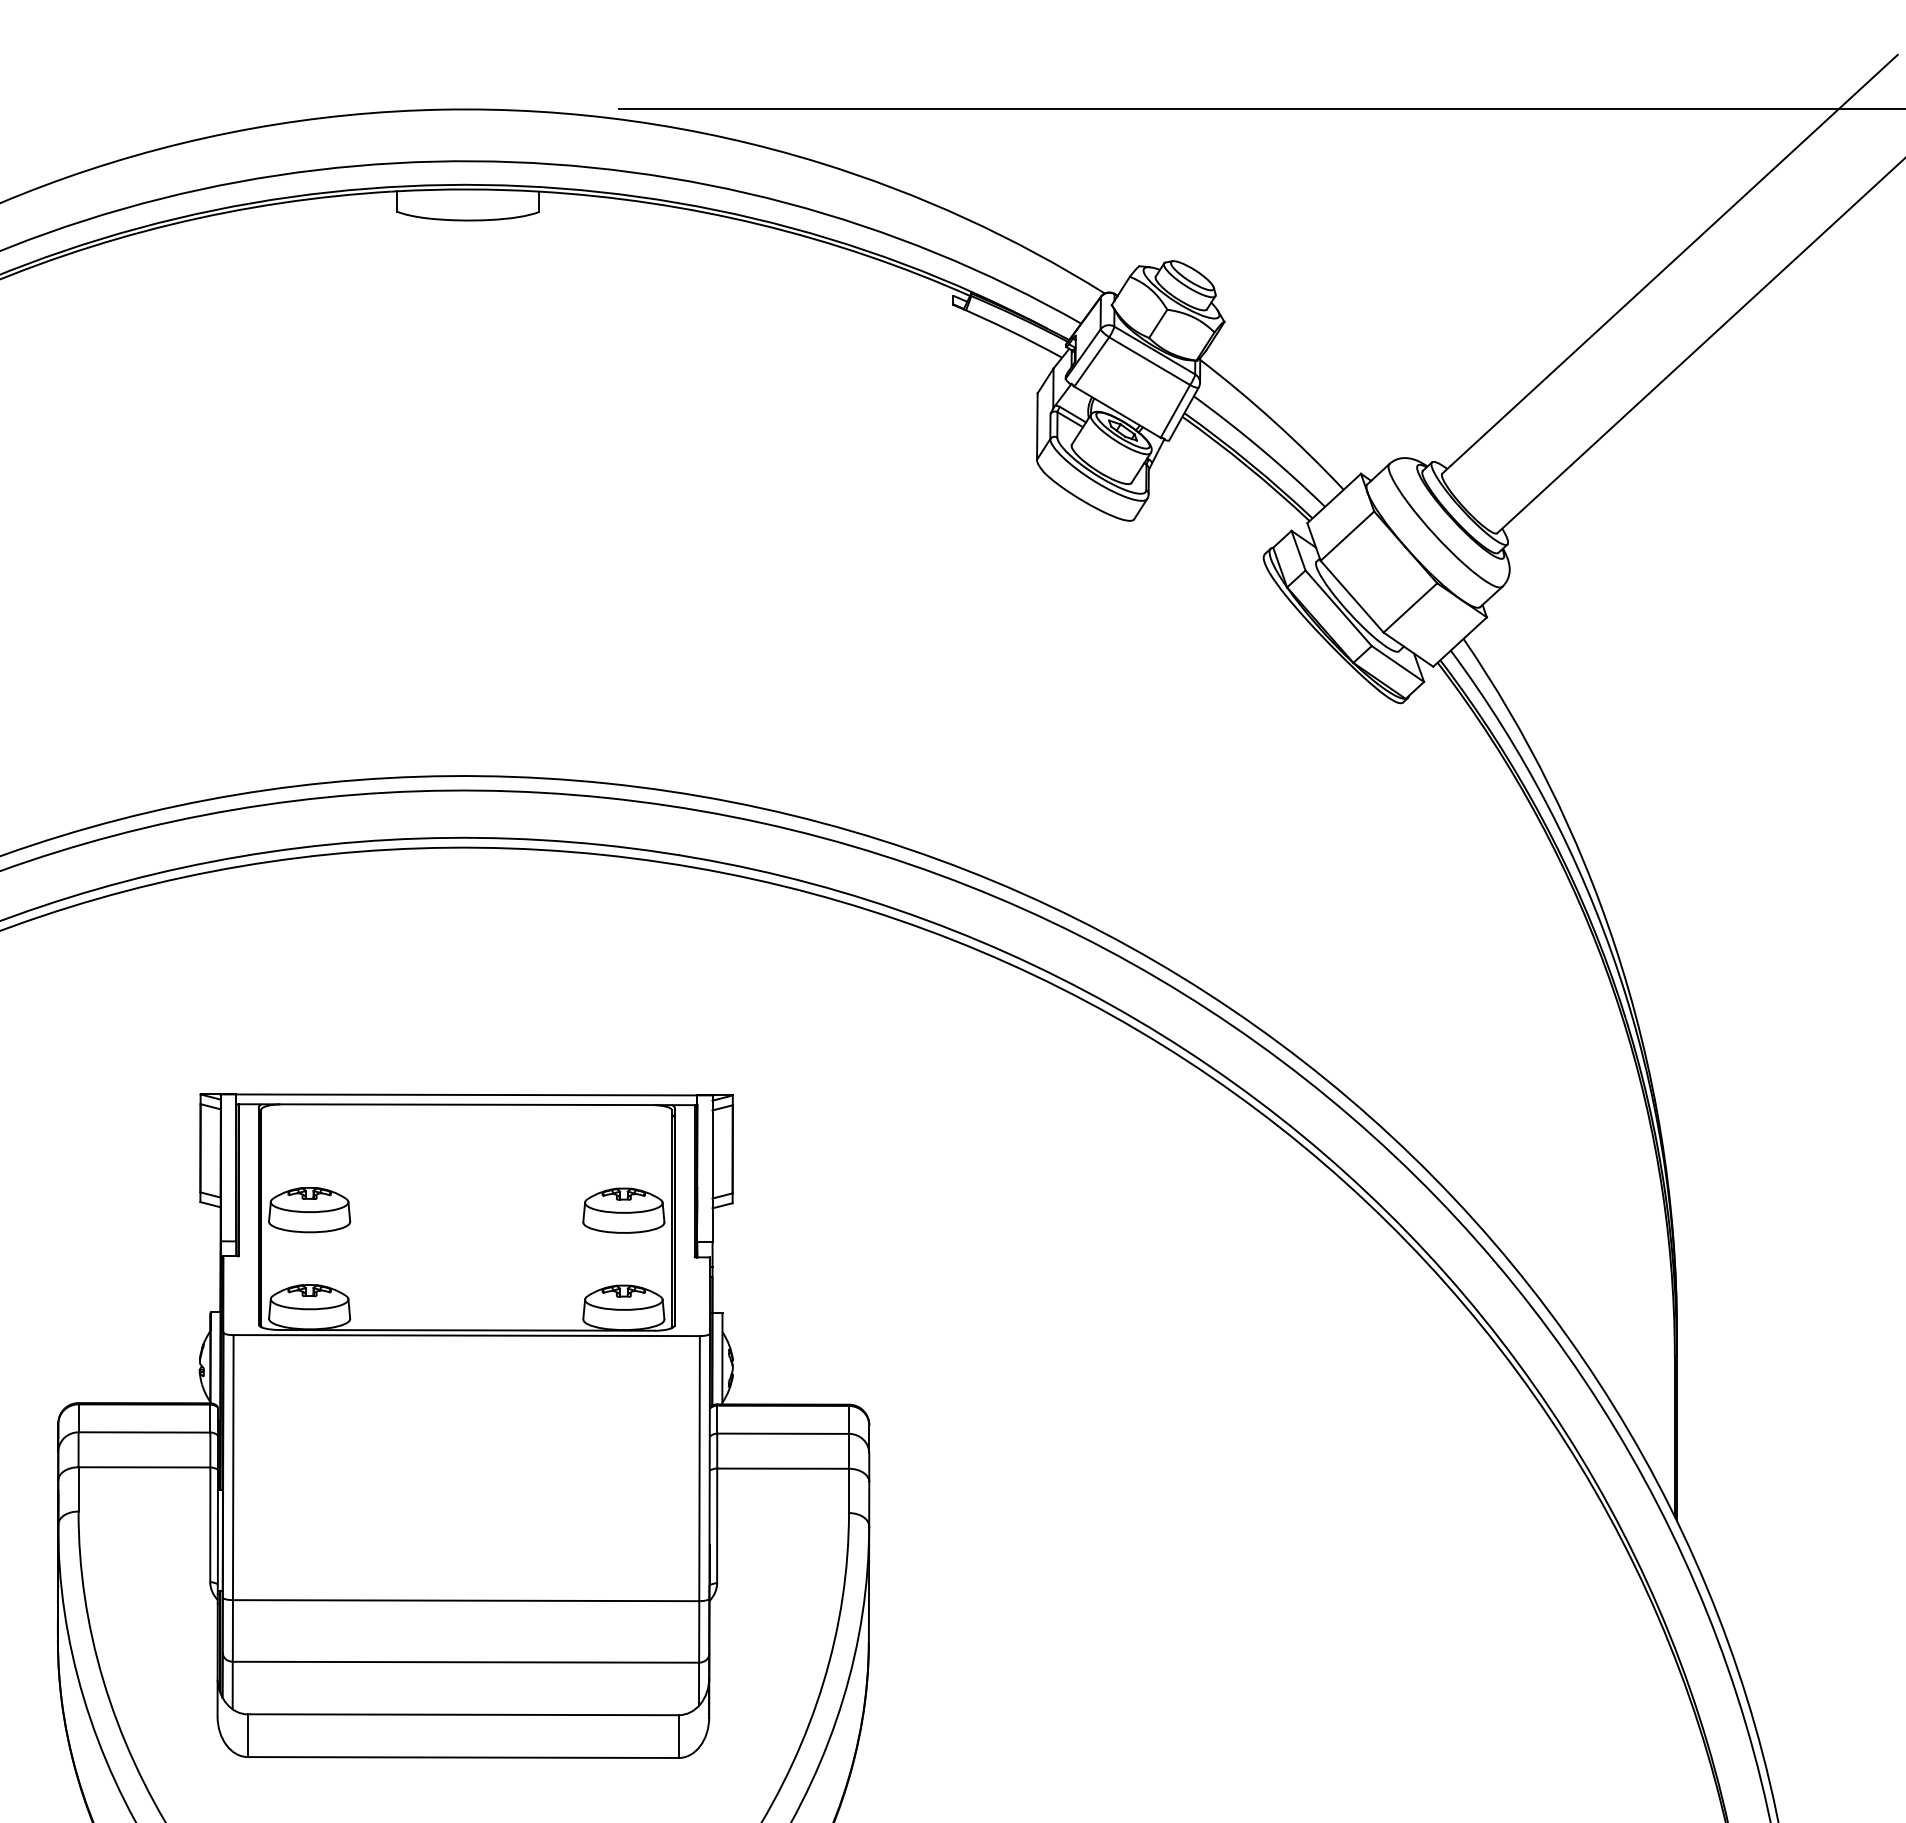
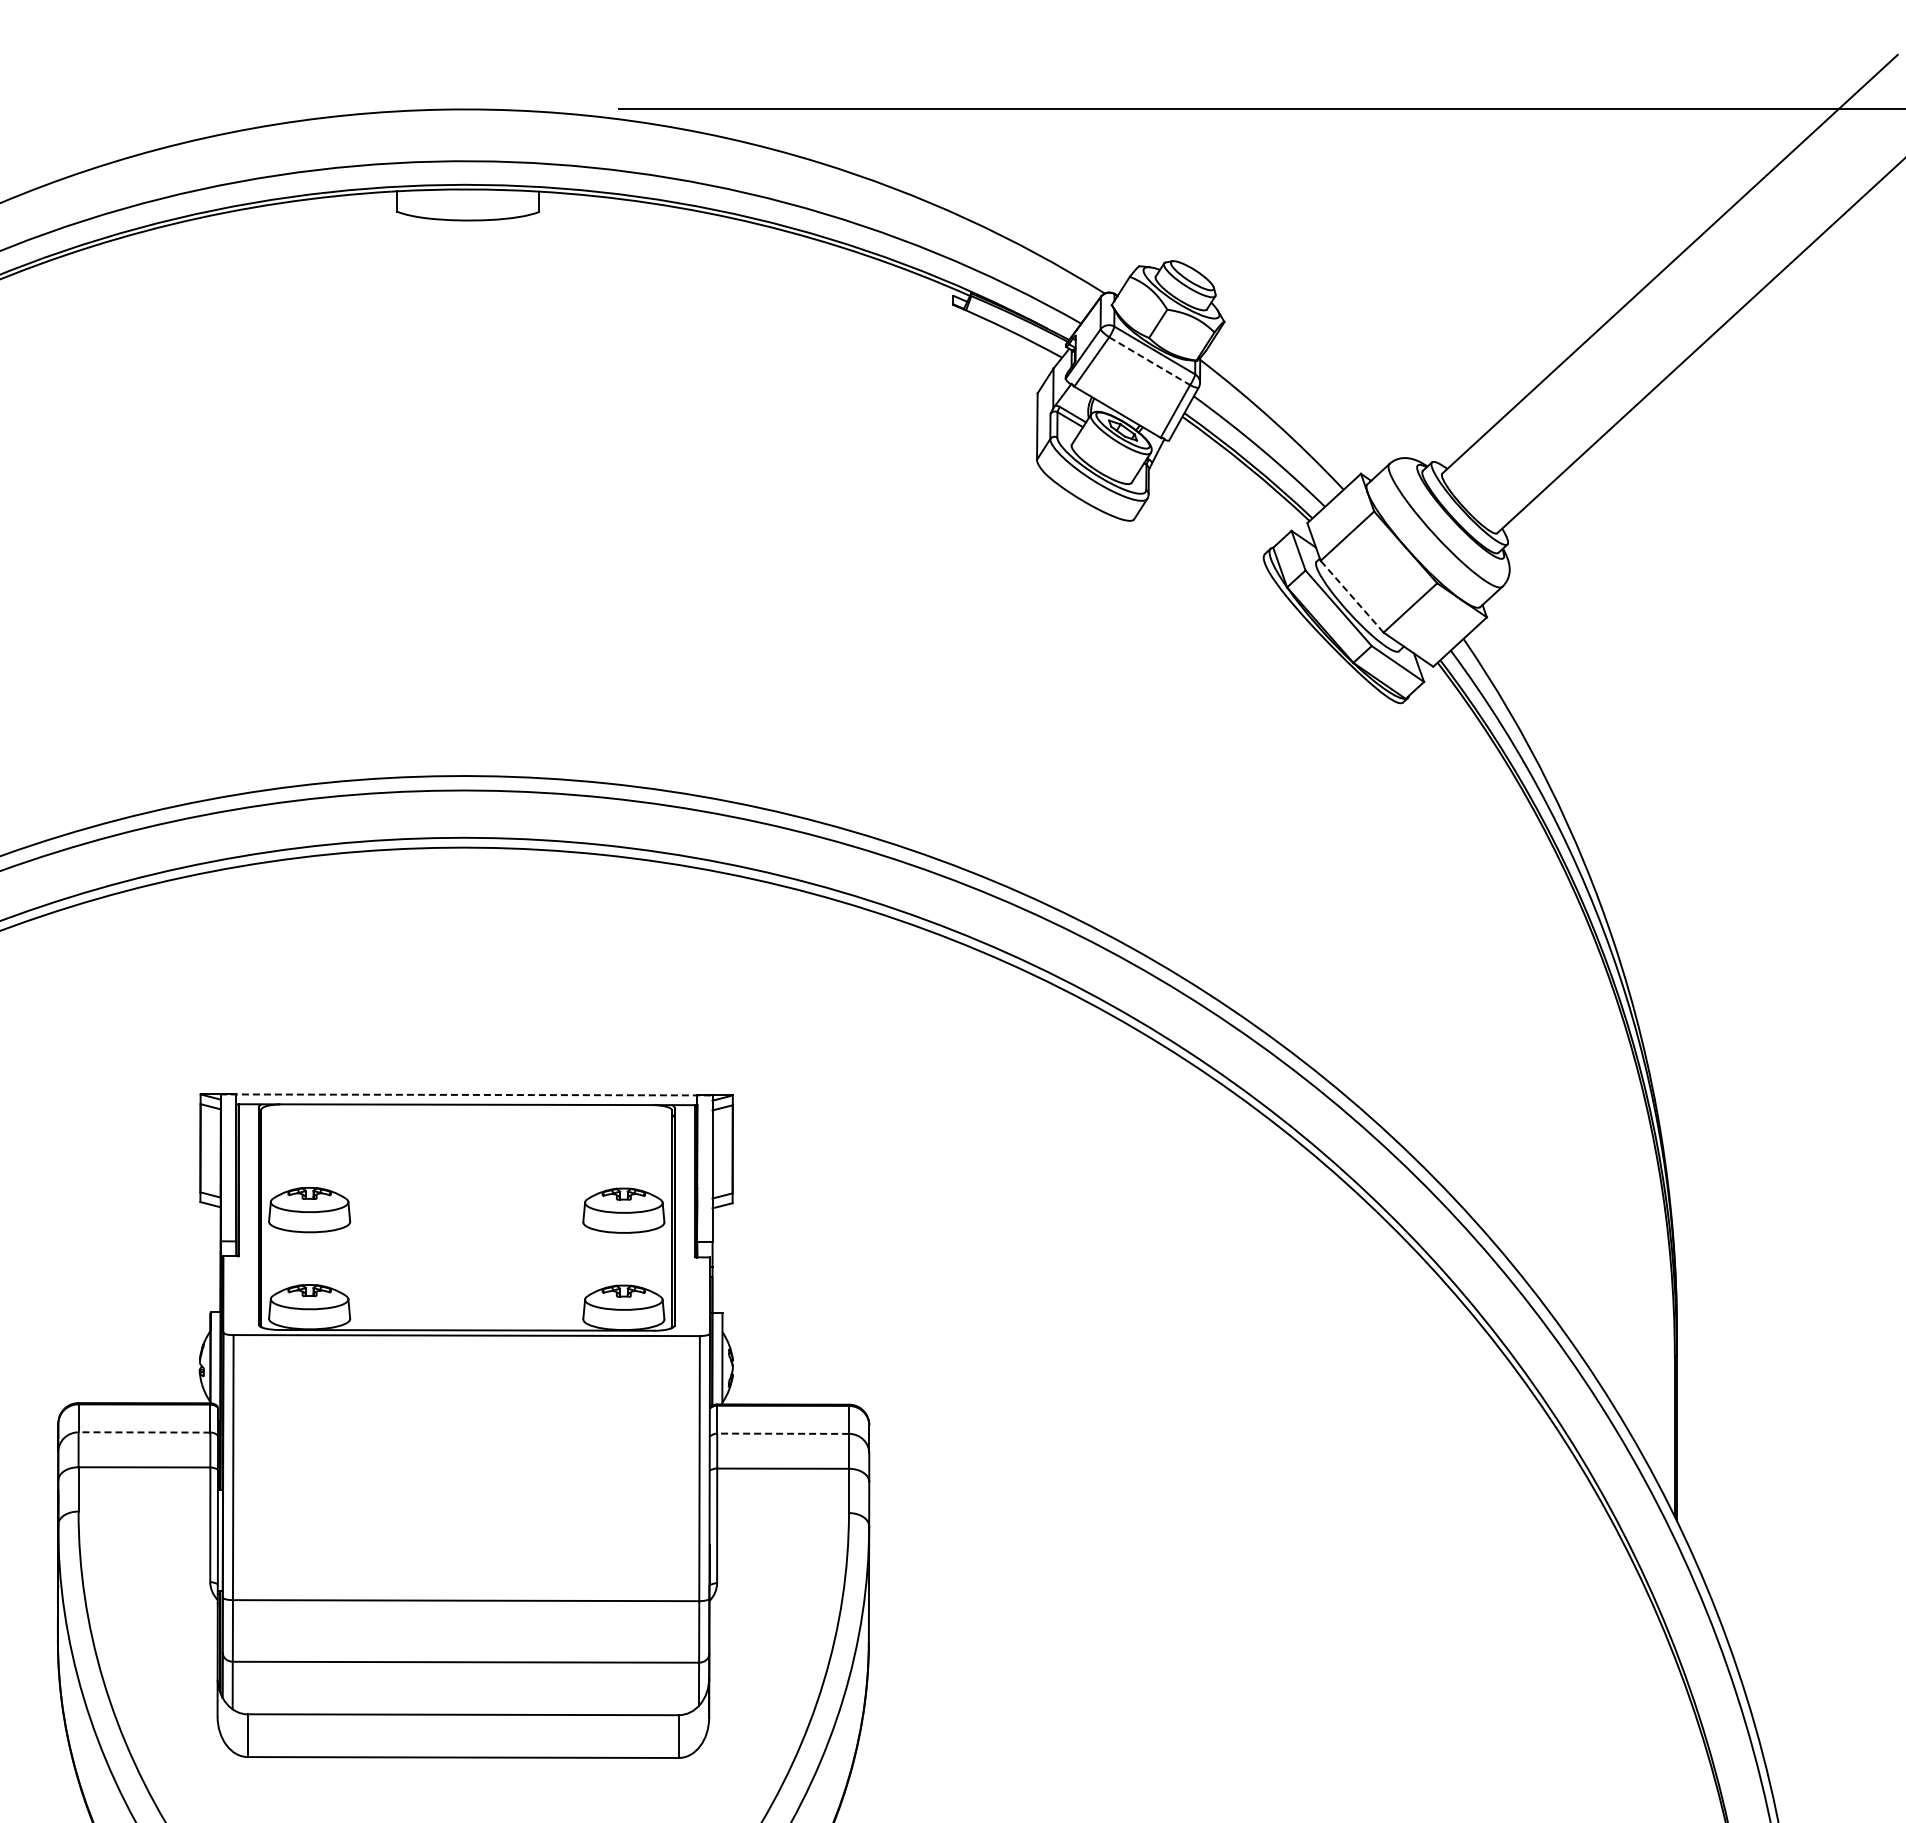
line at (1149, 361): solid -> dashed
line at (1352, 596): solid -> dashed
line at (466, 1094): solid -> dashed
line at (144, 1432): solid -> dashed
line at (783, 1433): solid -> dashed
